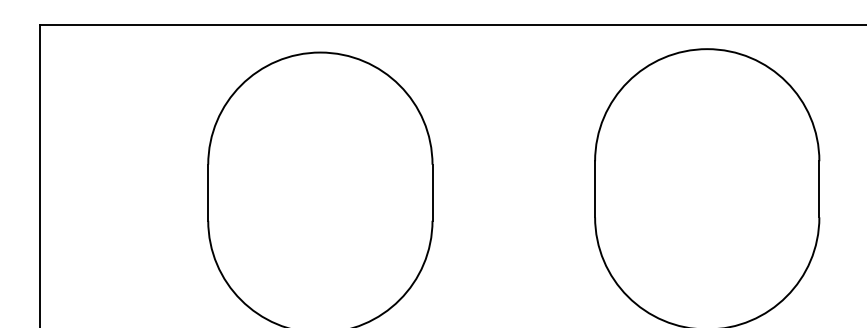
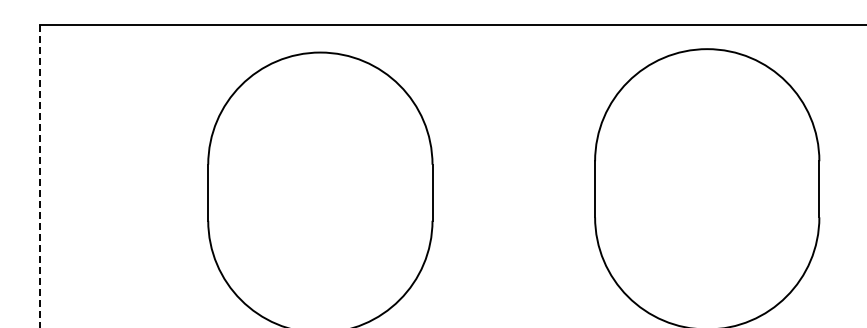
line at (40, 176): solid -> dashed
